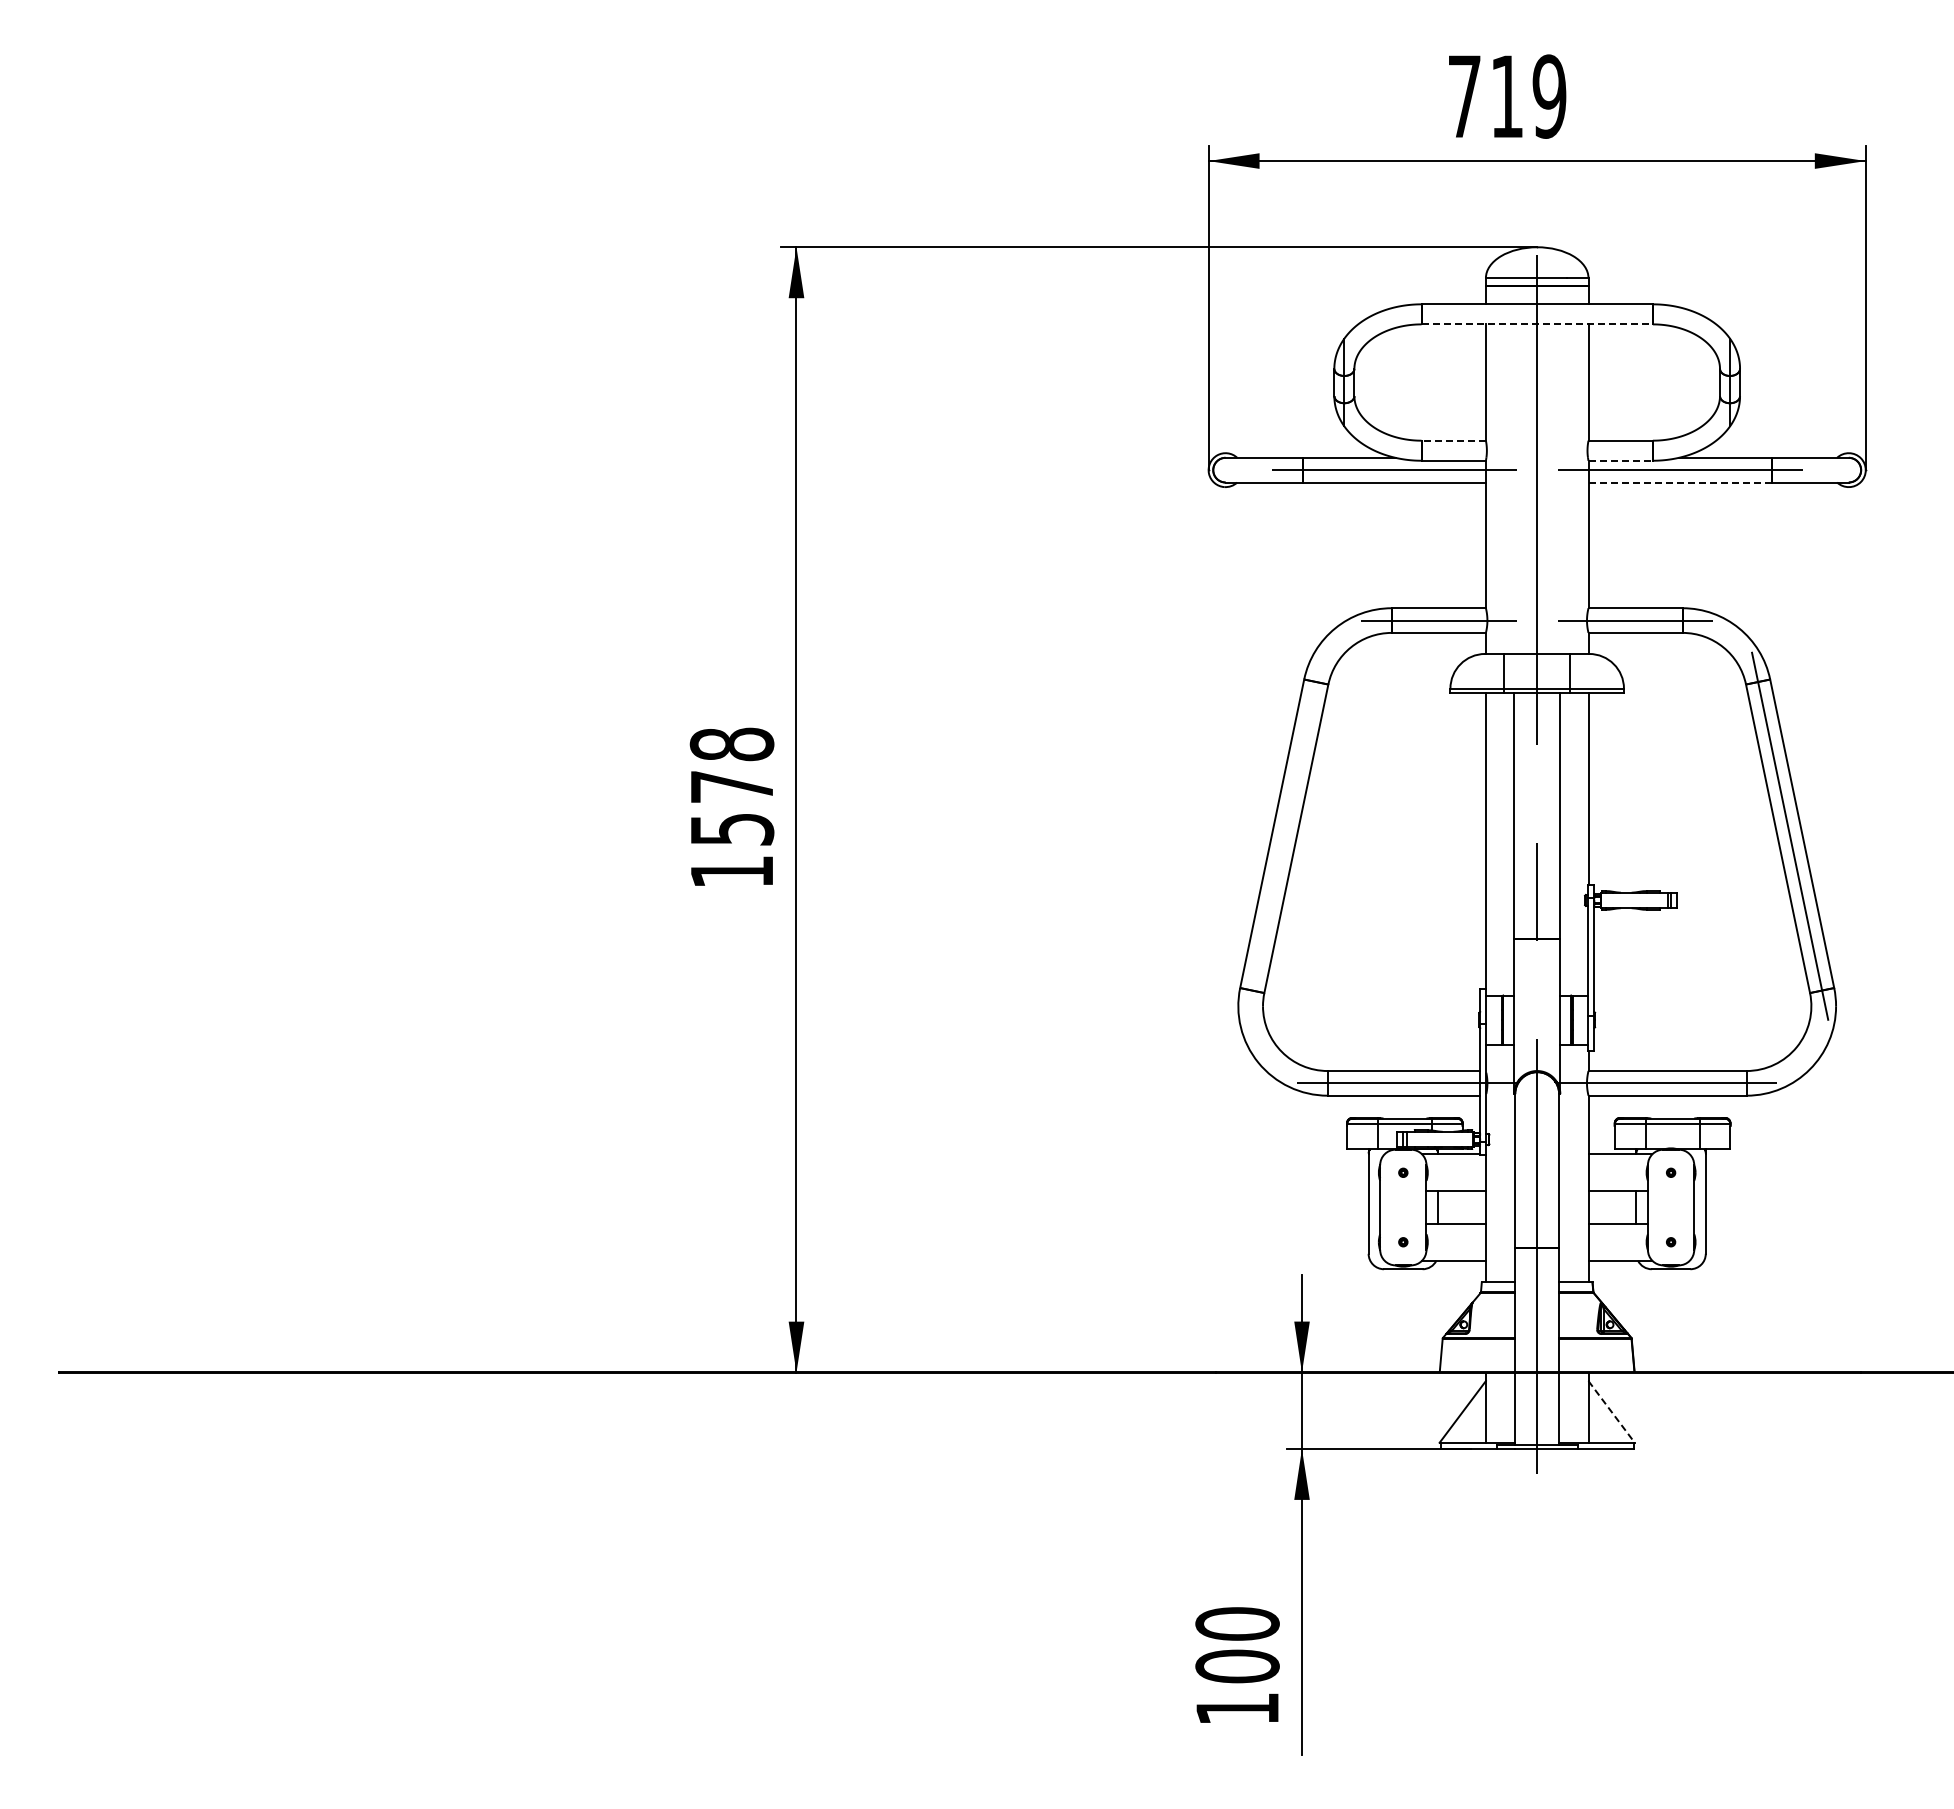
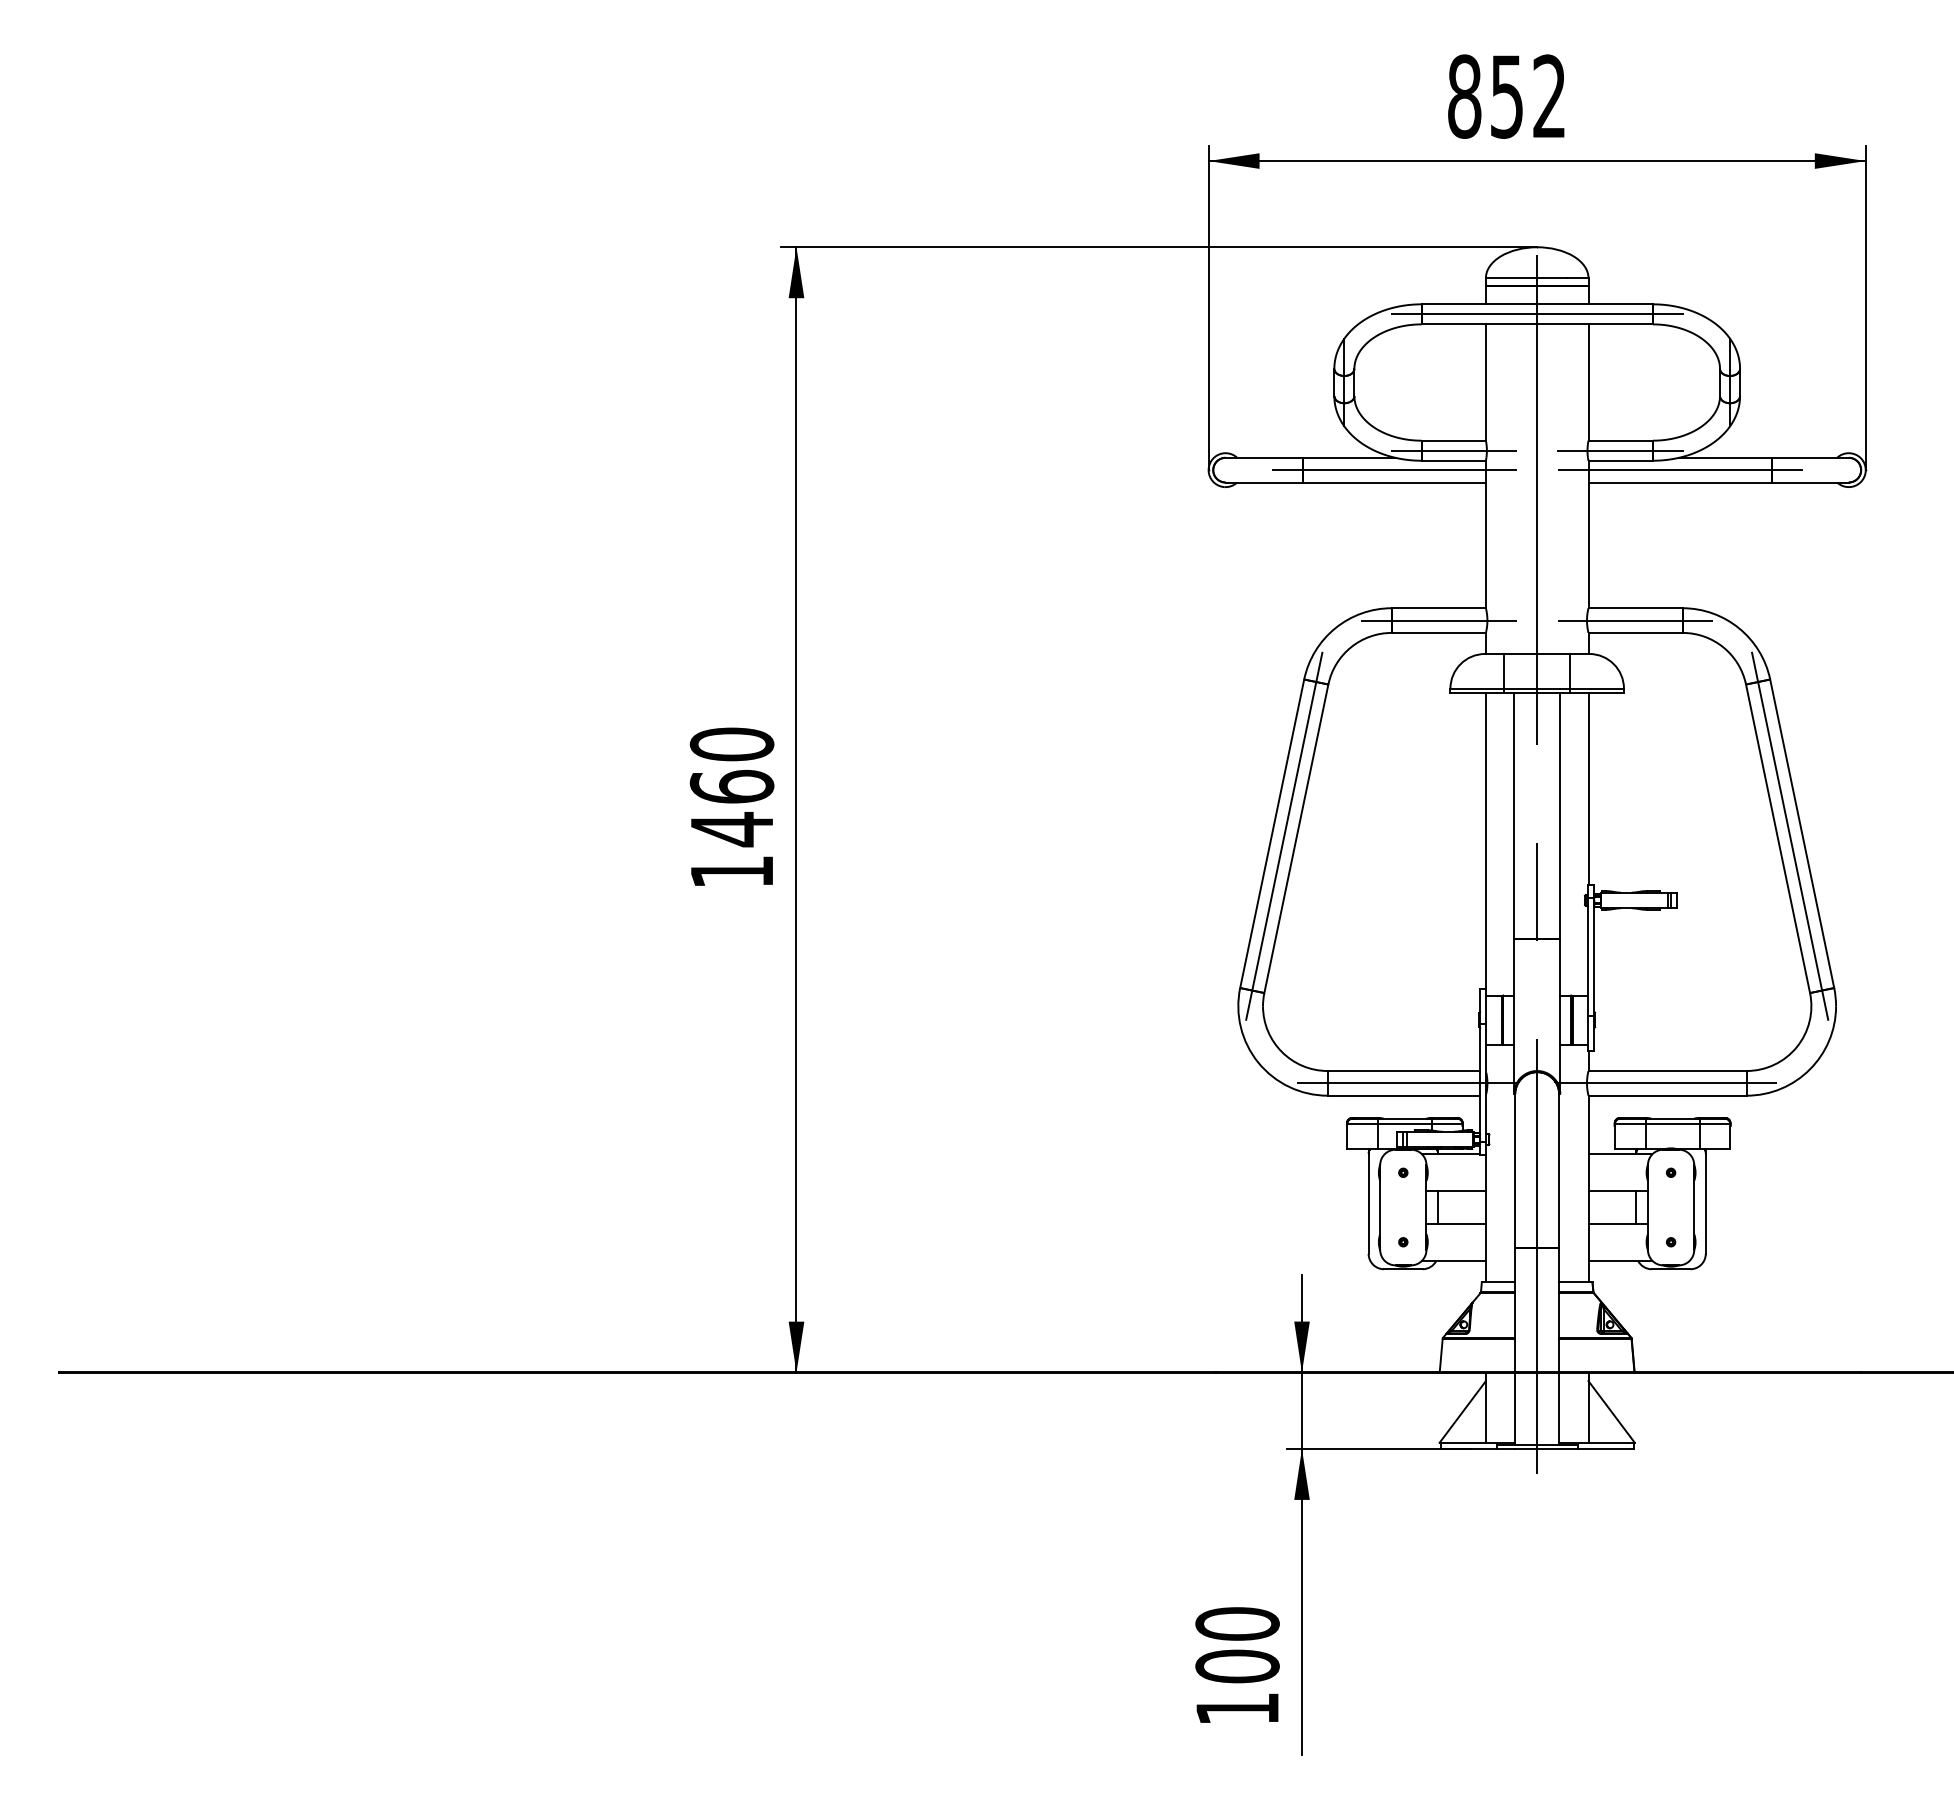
text at (1507, 96): 719 -> 852
line at (1536, 314): none -> present
line at (1537, 324): dashed -> solid
line at (1453, 440): dashed -> solid
line at (1453, 450): none -> present
line at (1620, 450): none -> present
line at (1621, 460): dashed -> solid
line at (1680, 482): dashed -> solid
text at (731, 787): 1578 -> 1460
line at (1284, 835): none -> present
line at (1611, 1411): dashed -> solid
